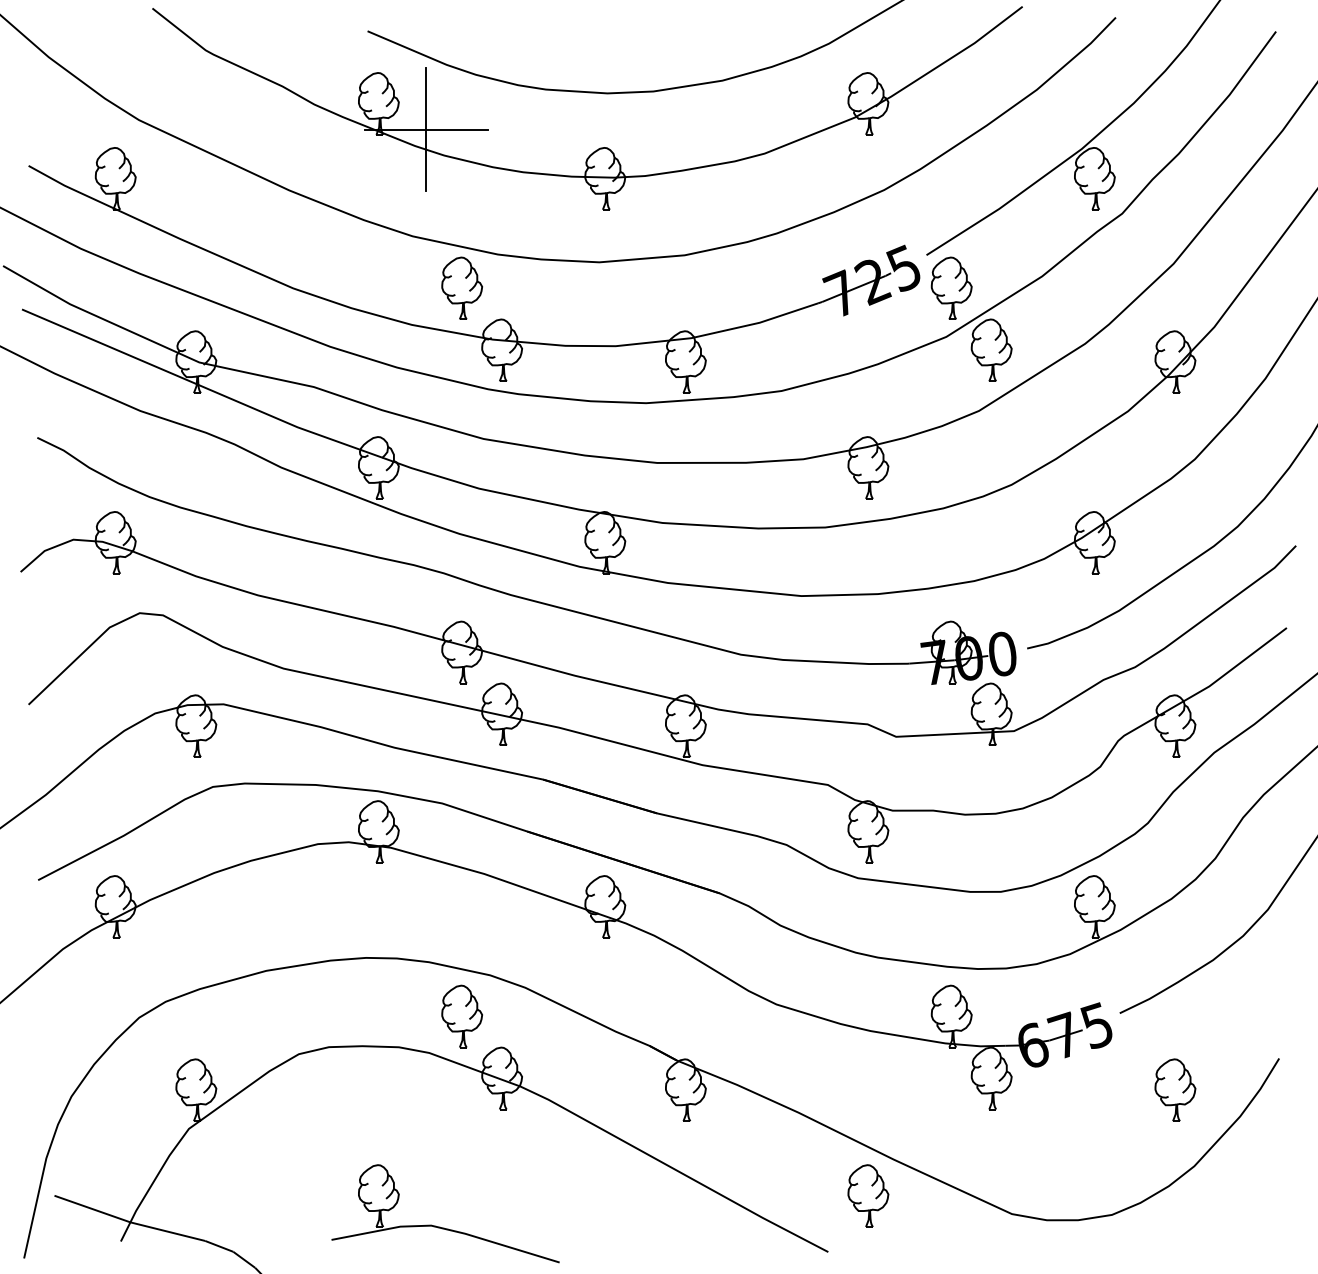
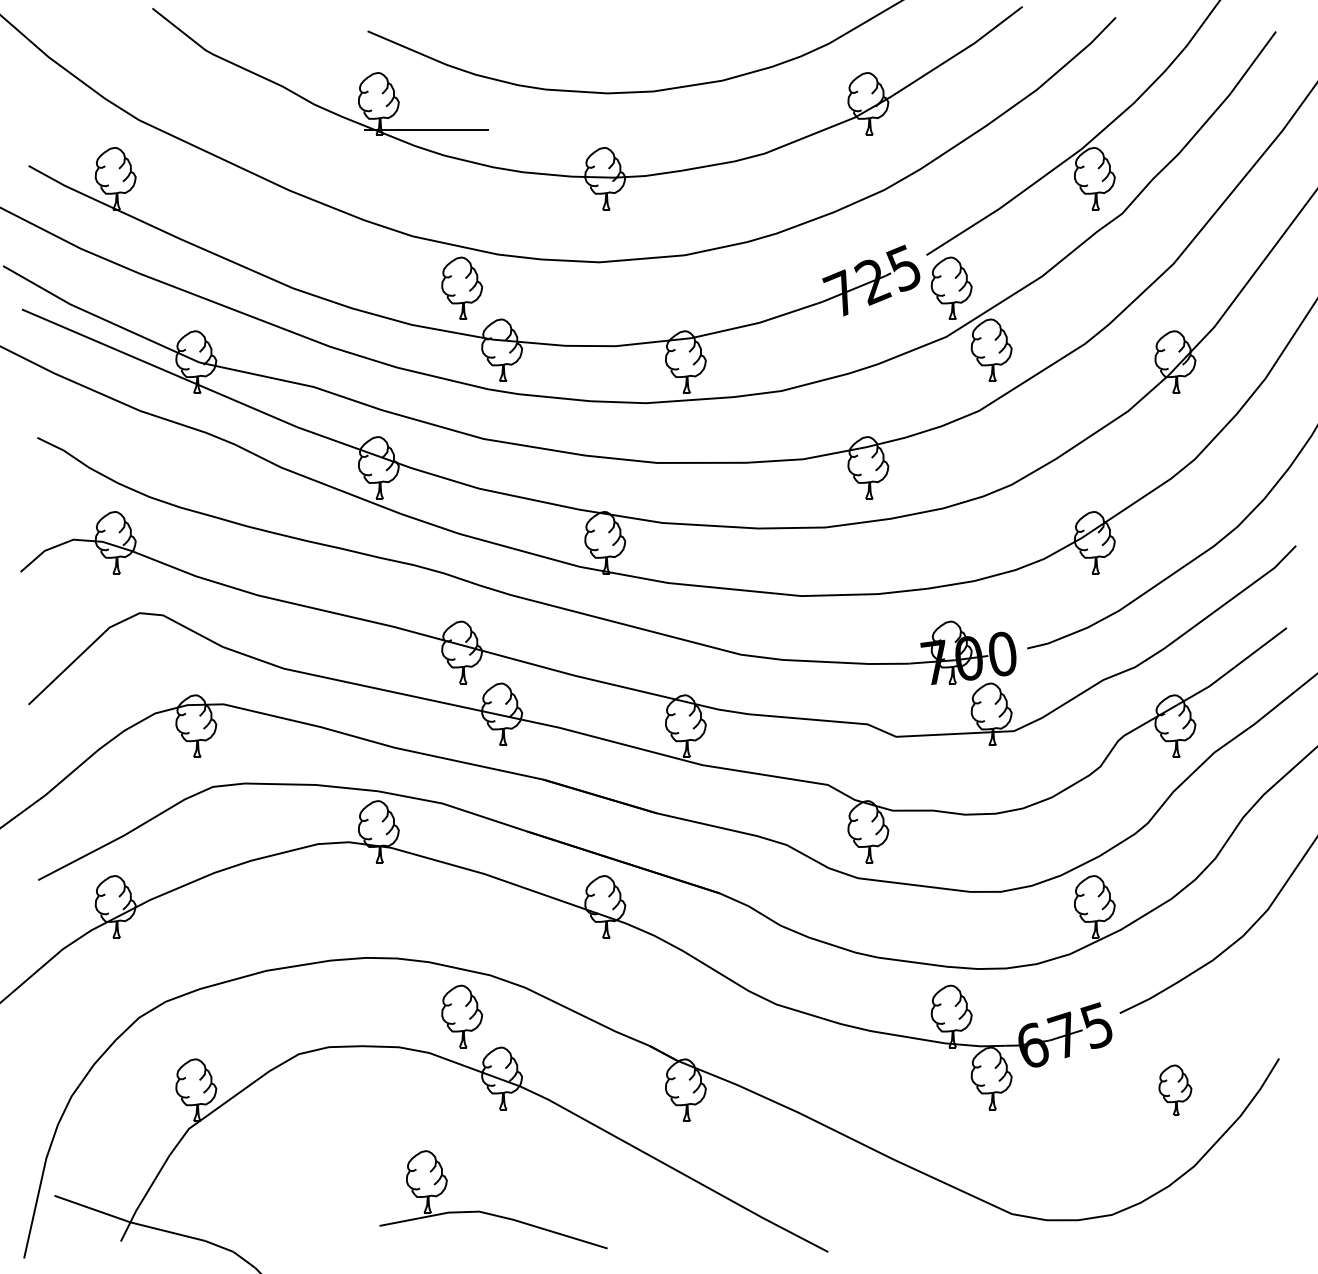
line at (426, 129): present -> none
part at (1175, 1089) size: 43x64 px -> 35x52 px
part at (868, 1195): present -> none
part at (440, 1226) position: (440, 1226) -> (488, 1212)
